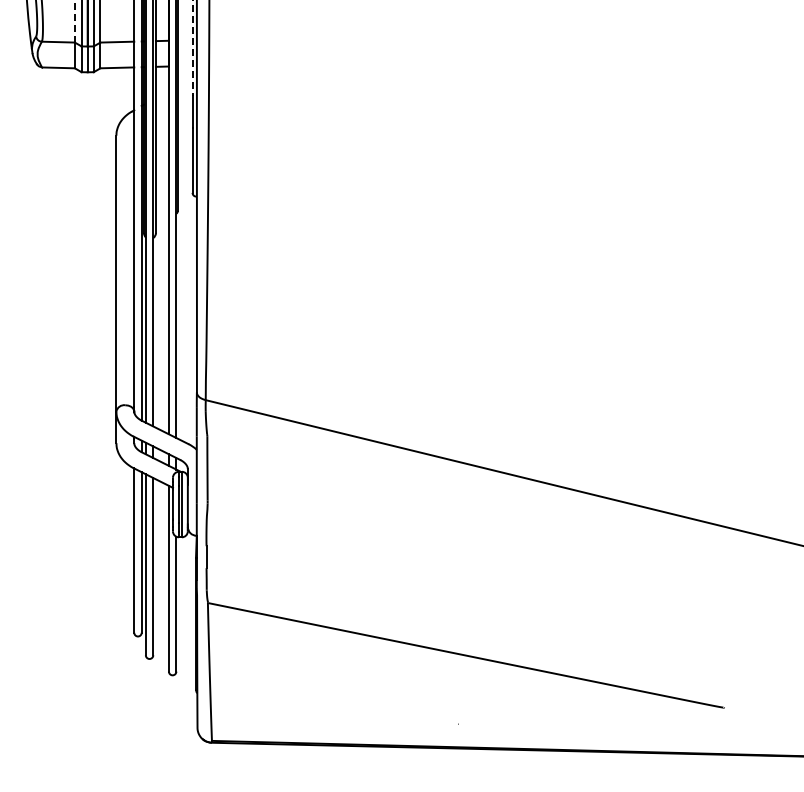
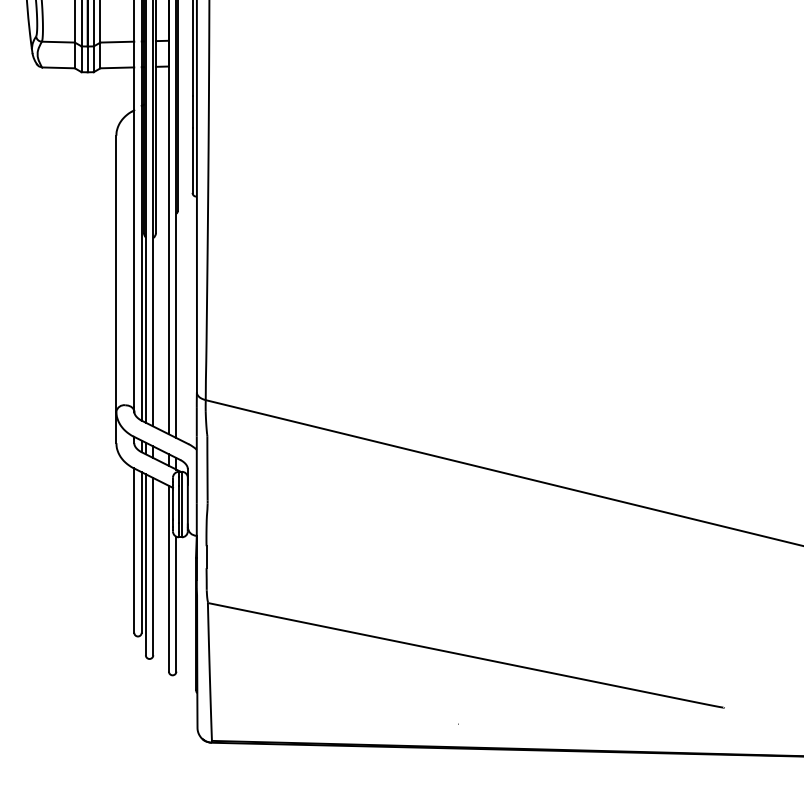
line at (74, 20): dashed -> solid
line at (192, 48): dashed -> solid
